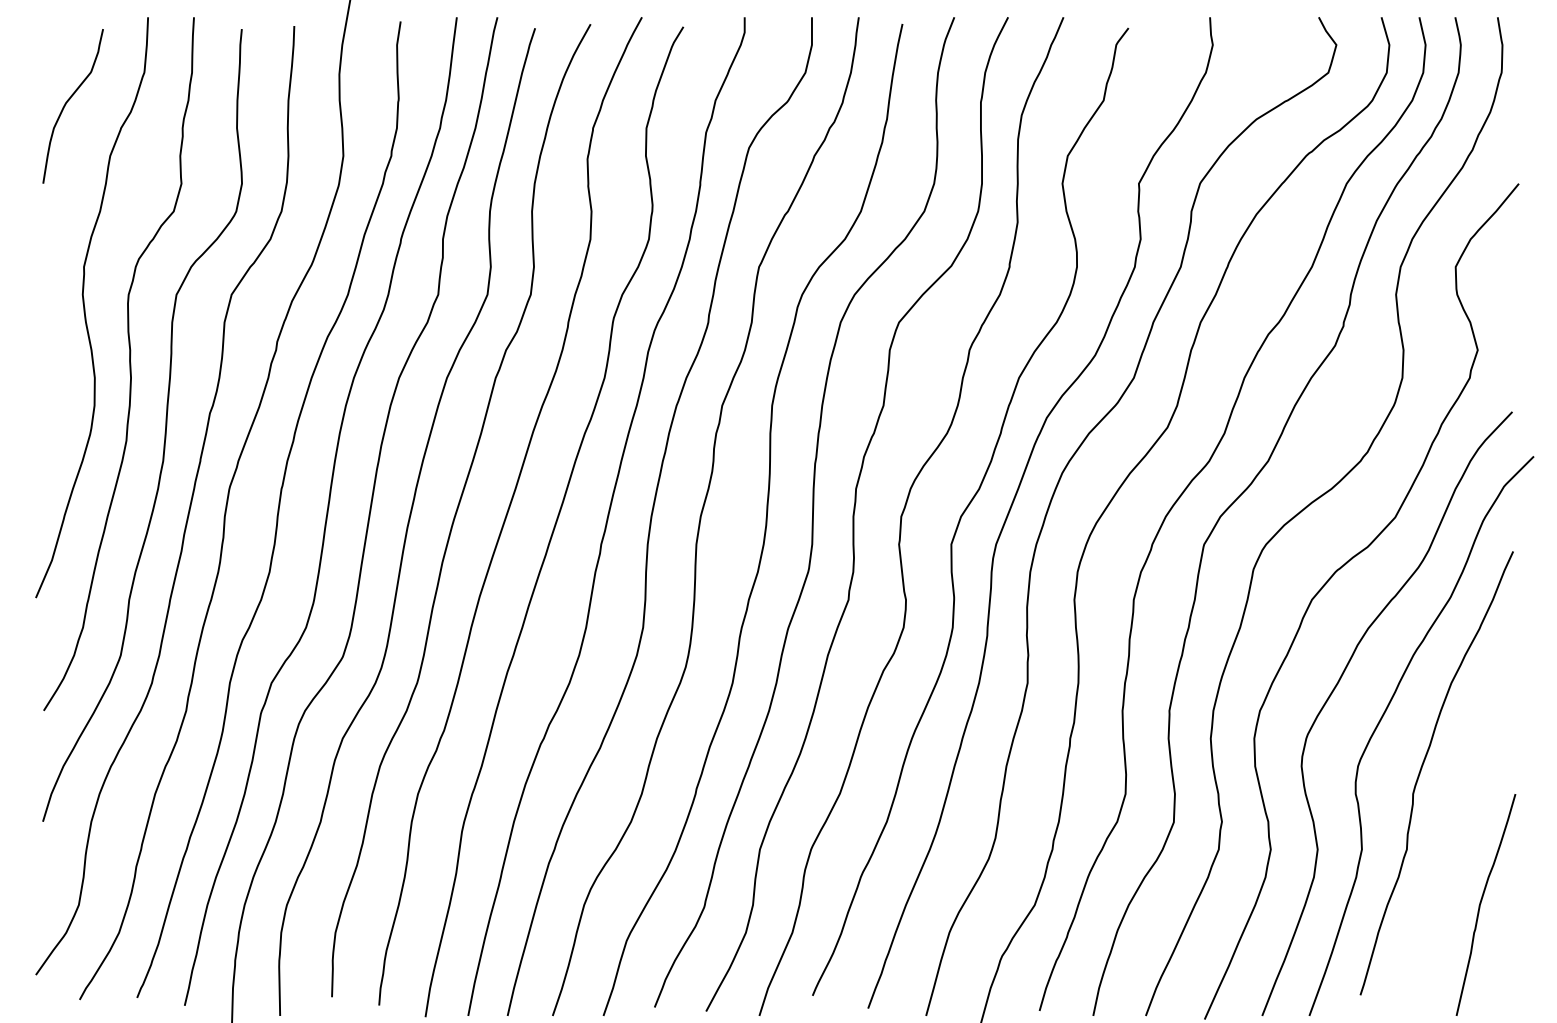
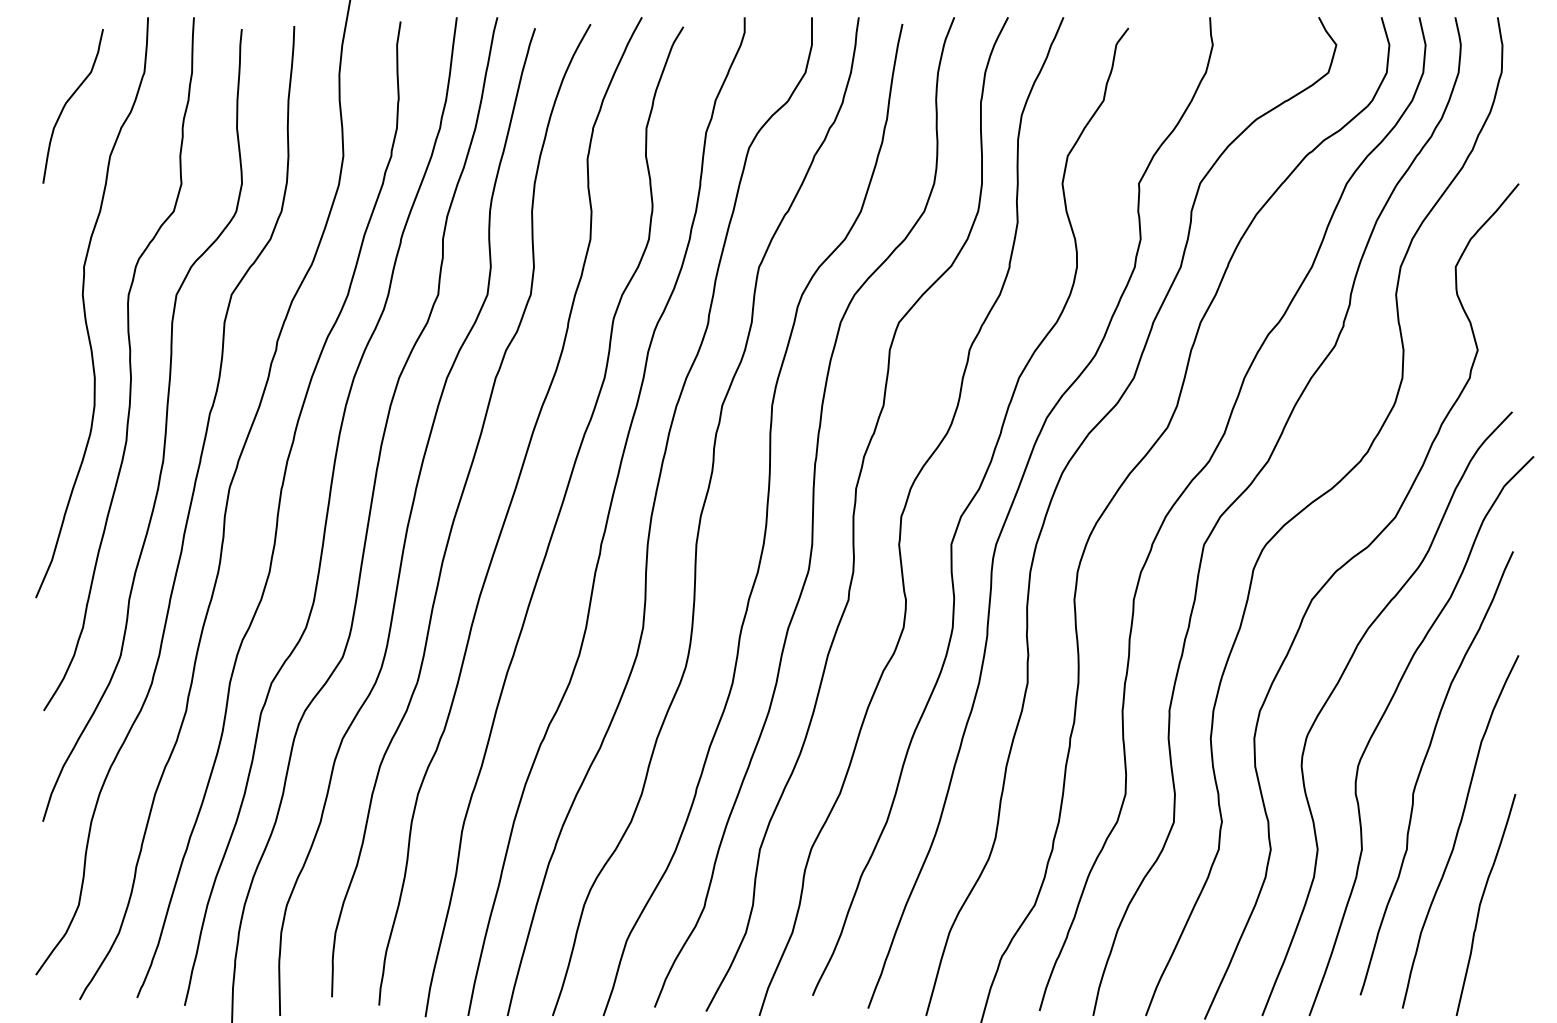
curve at (1458, 831): none -> present
